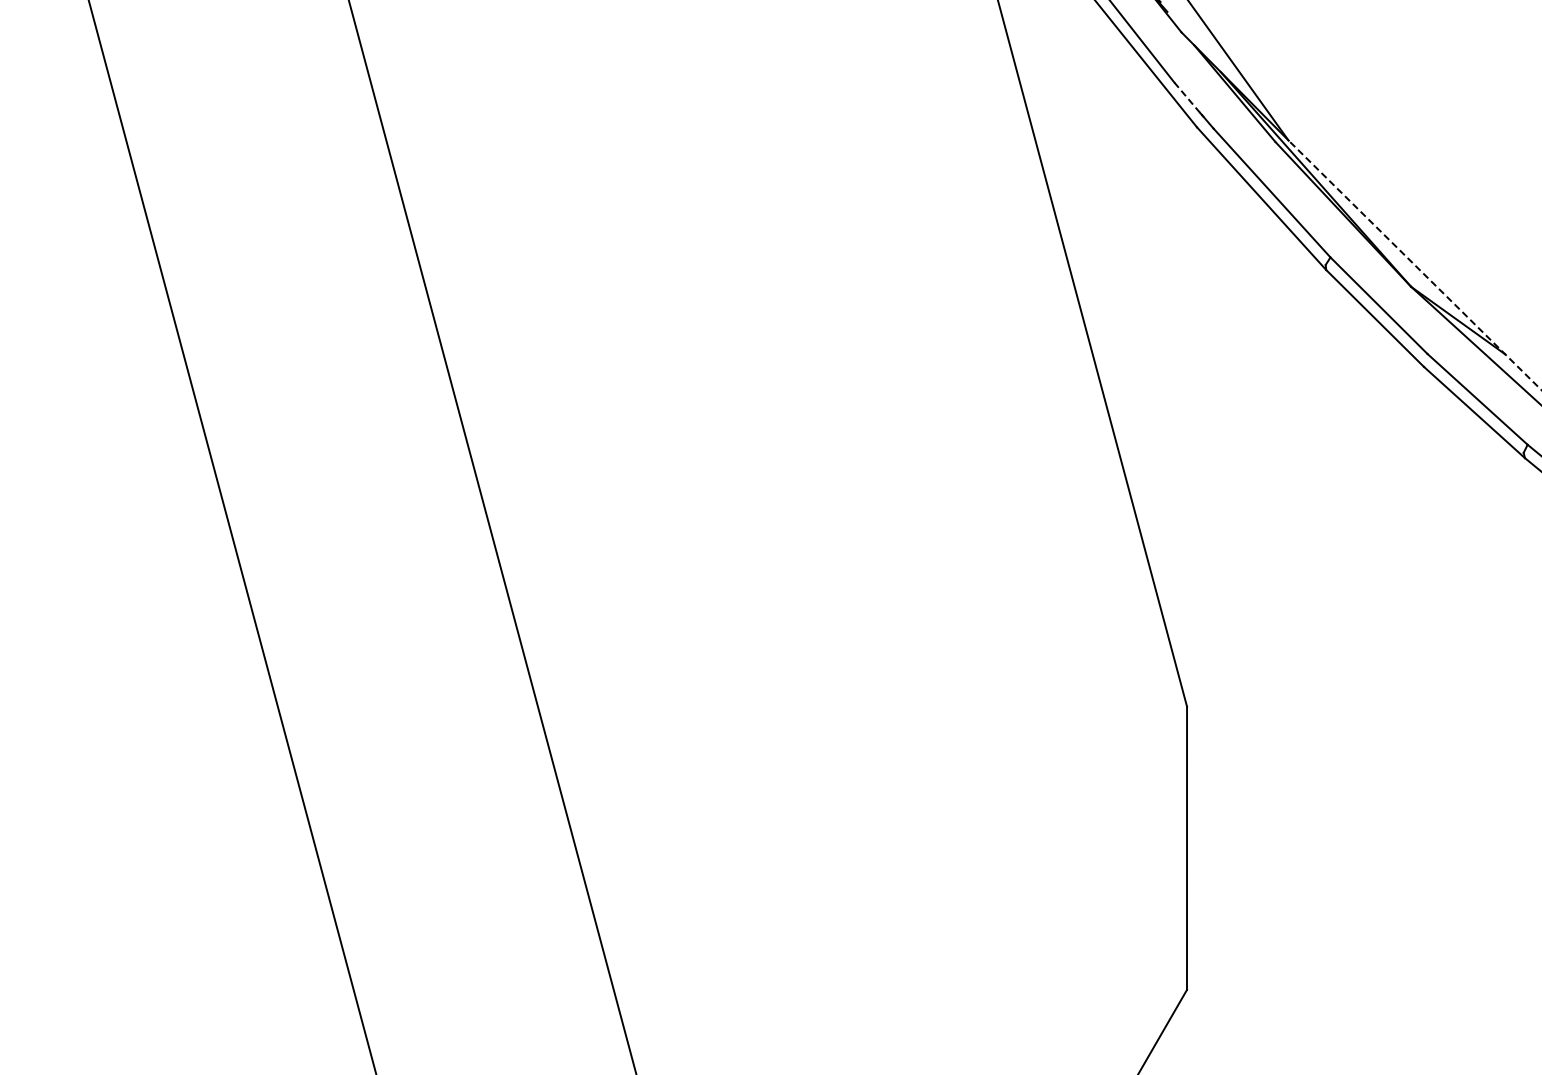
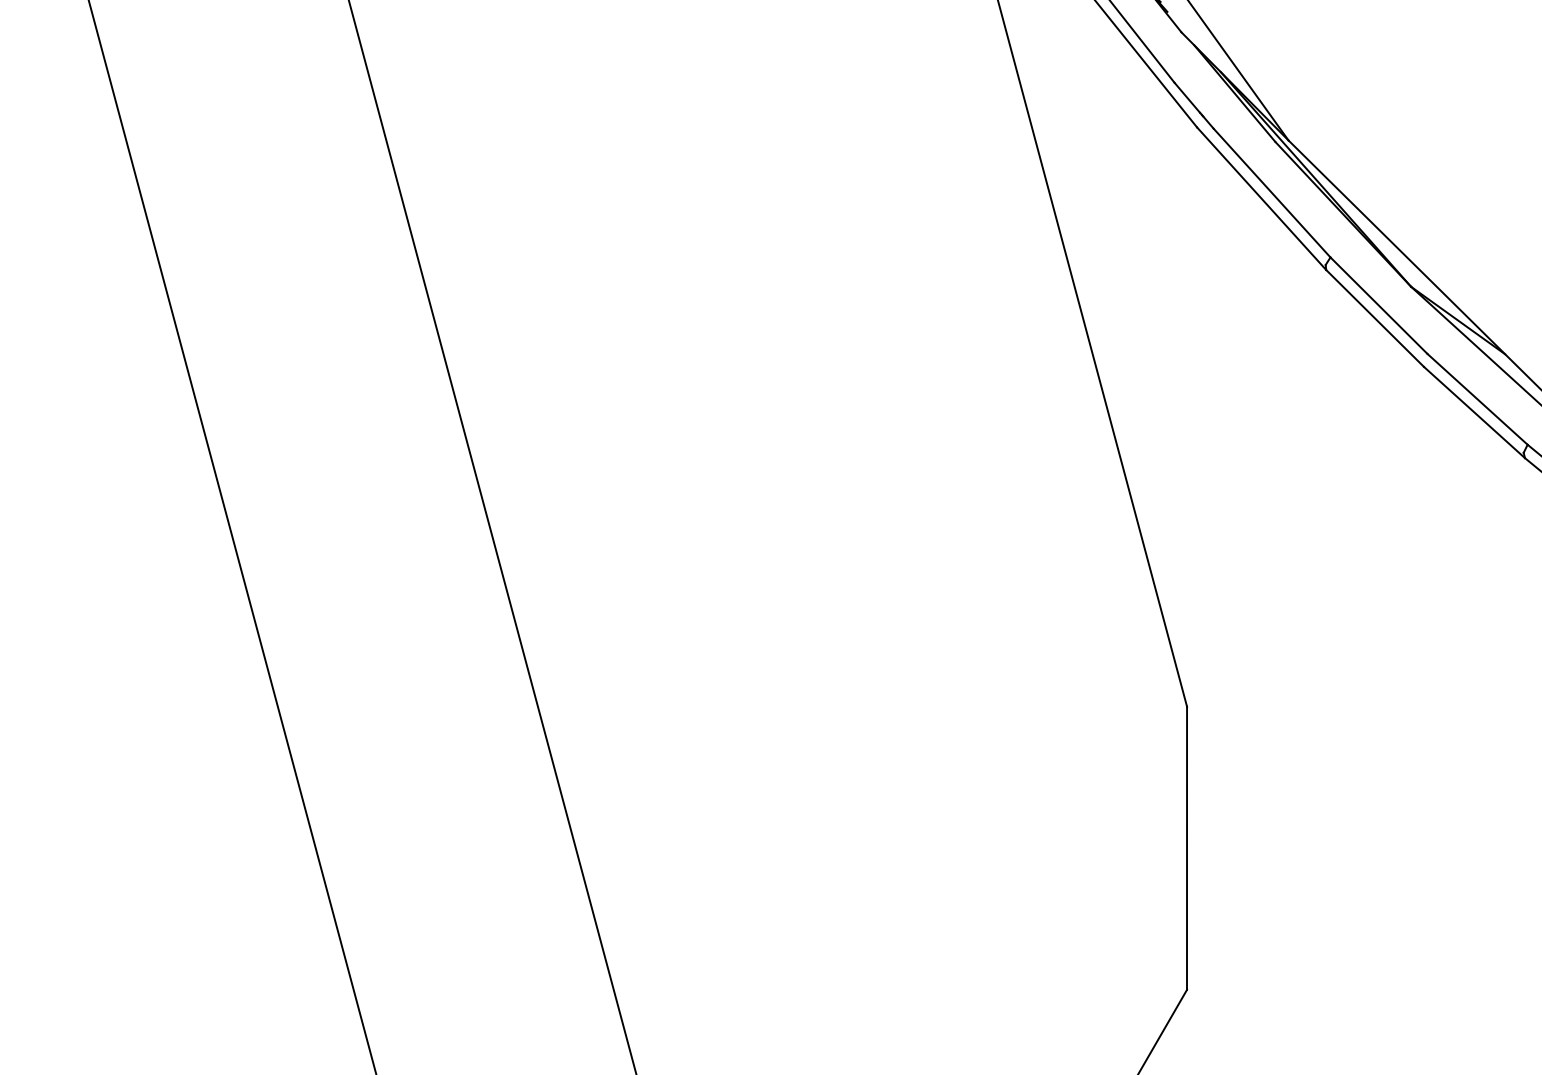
line at (1187, 97): dashed -> solid
line at (1415, 265): dashed -> solid
